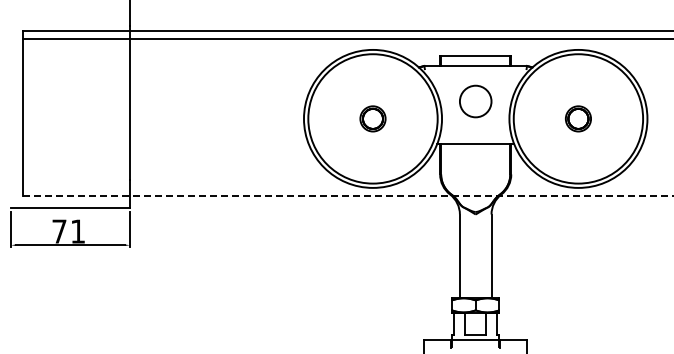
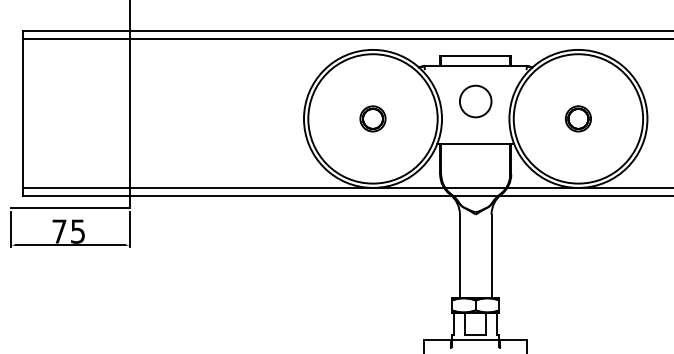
line at (346, 187): none -> present
line at (348, 195): dashed -> solid
text at (77, 231): 71 -> 75
